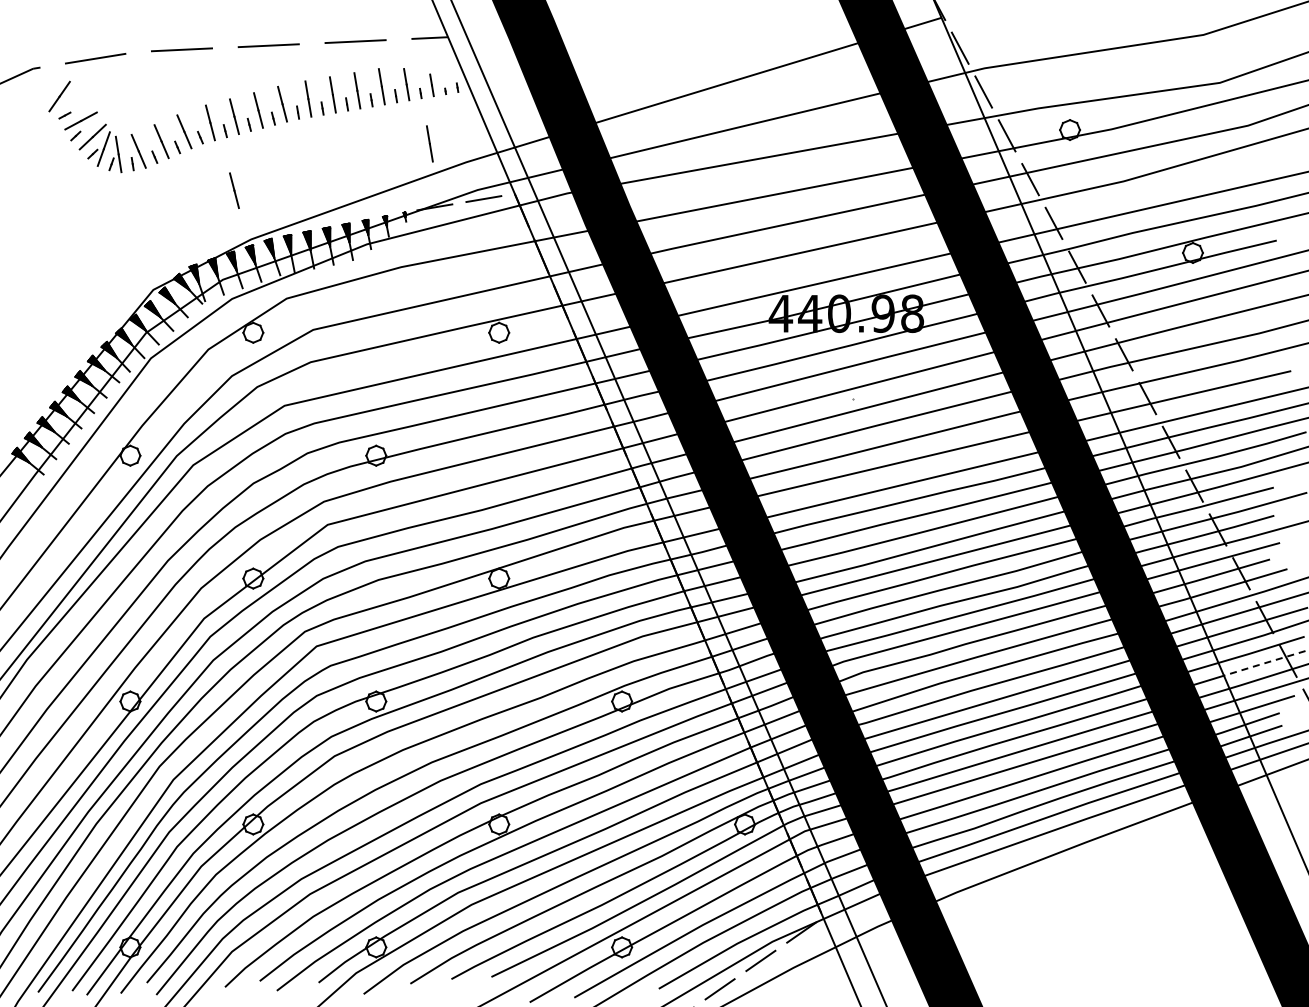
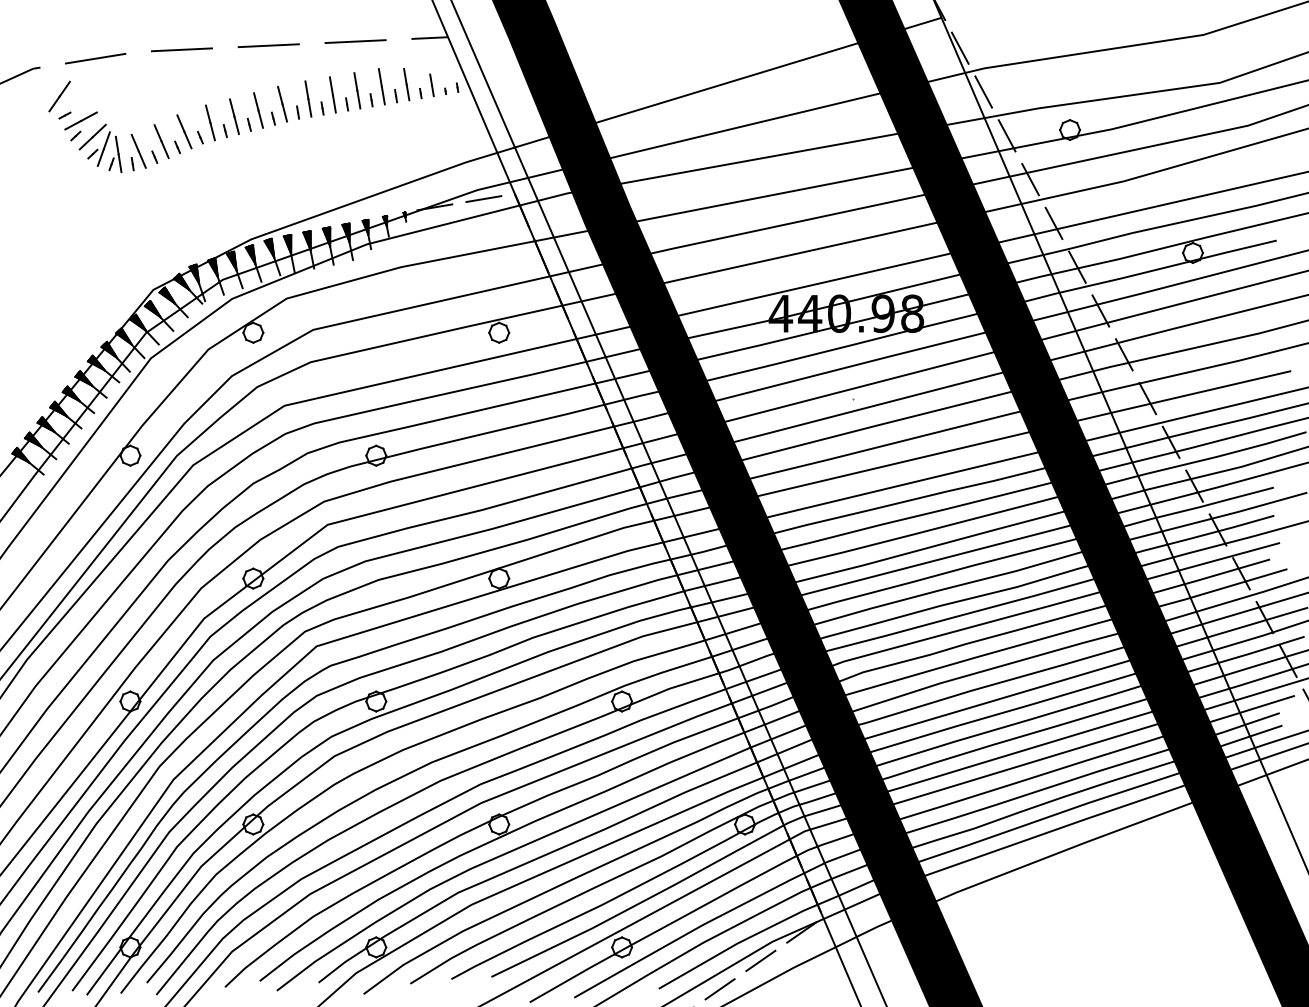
line at (429, 143): present -> none
line at (234, 190): present -> none
line at (1265, 663): dashed -> solid
